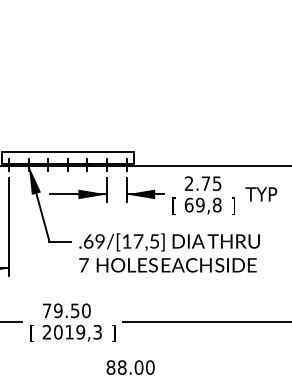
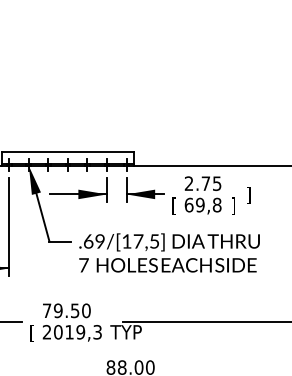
text at (261, 195): TYP -> ]
text at (125, 333): ] -> TYP
